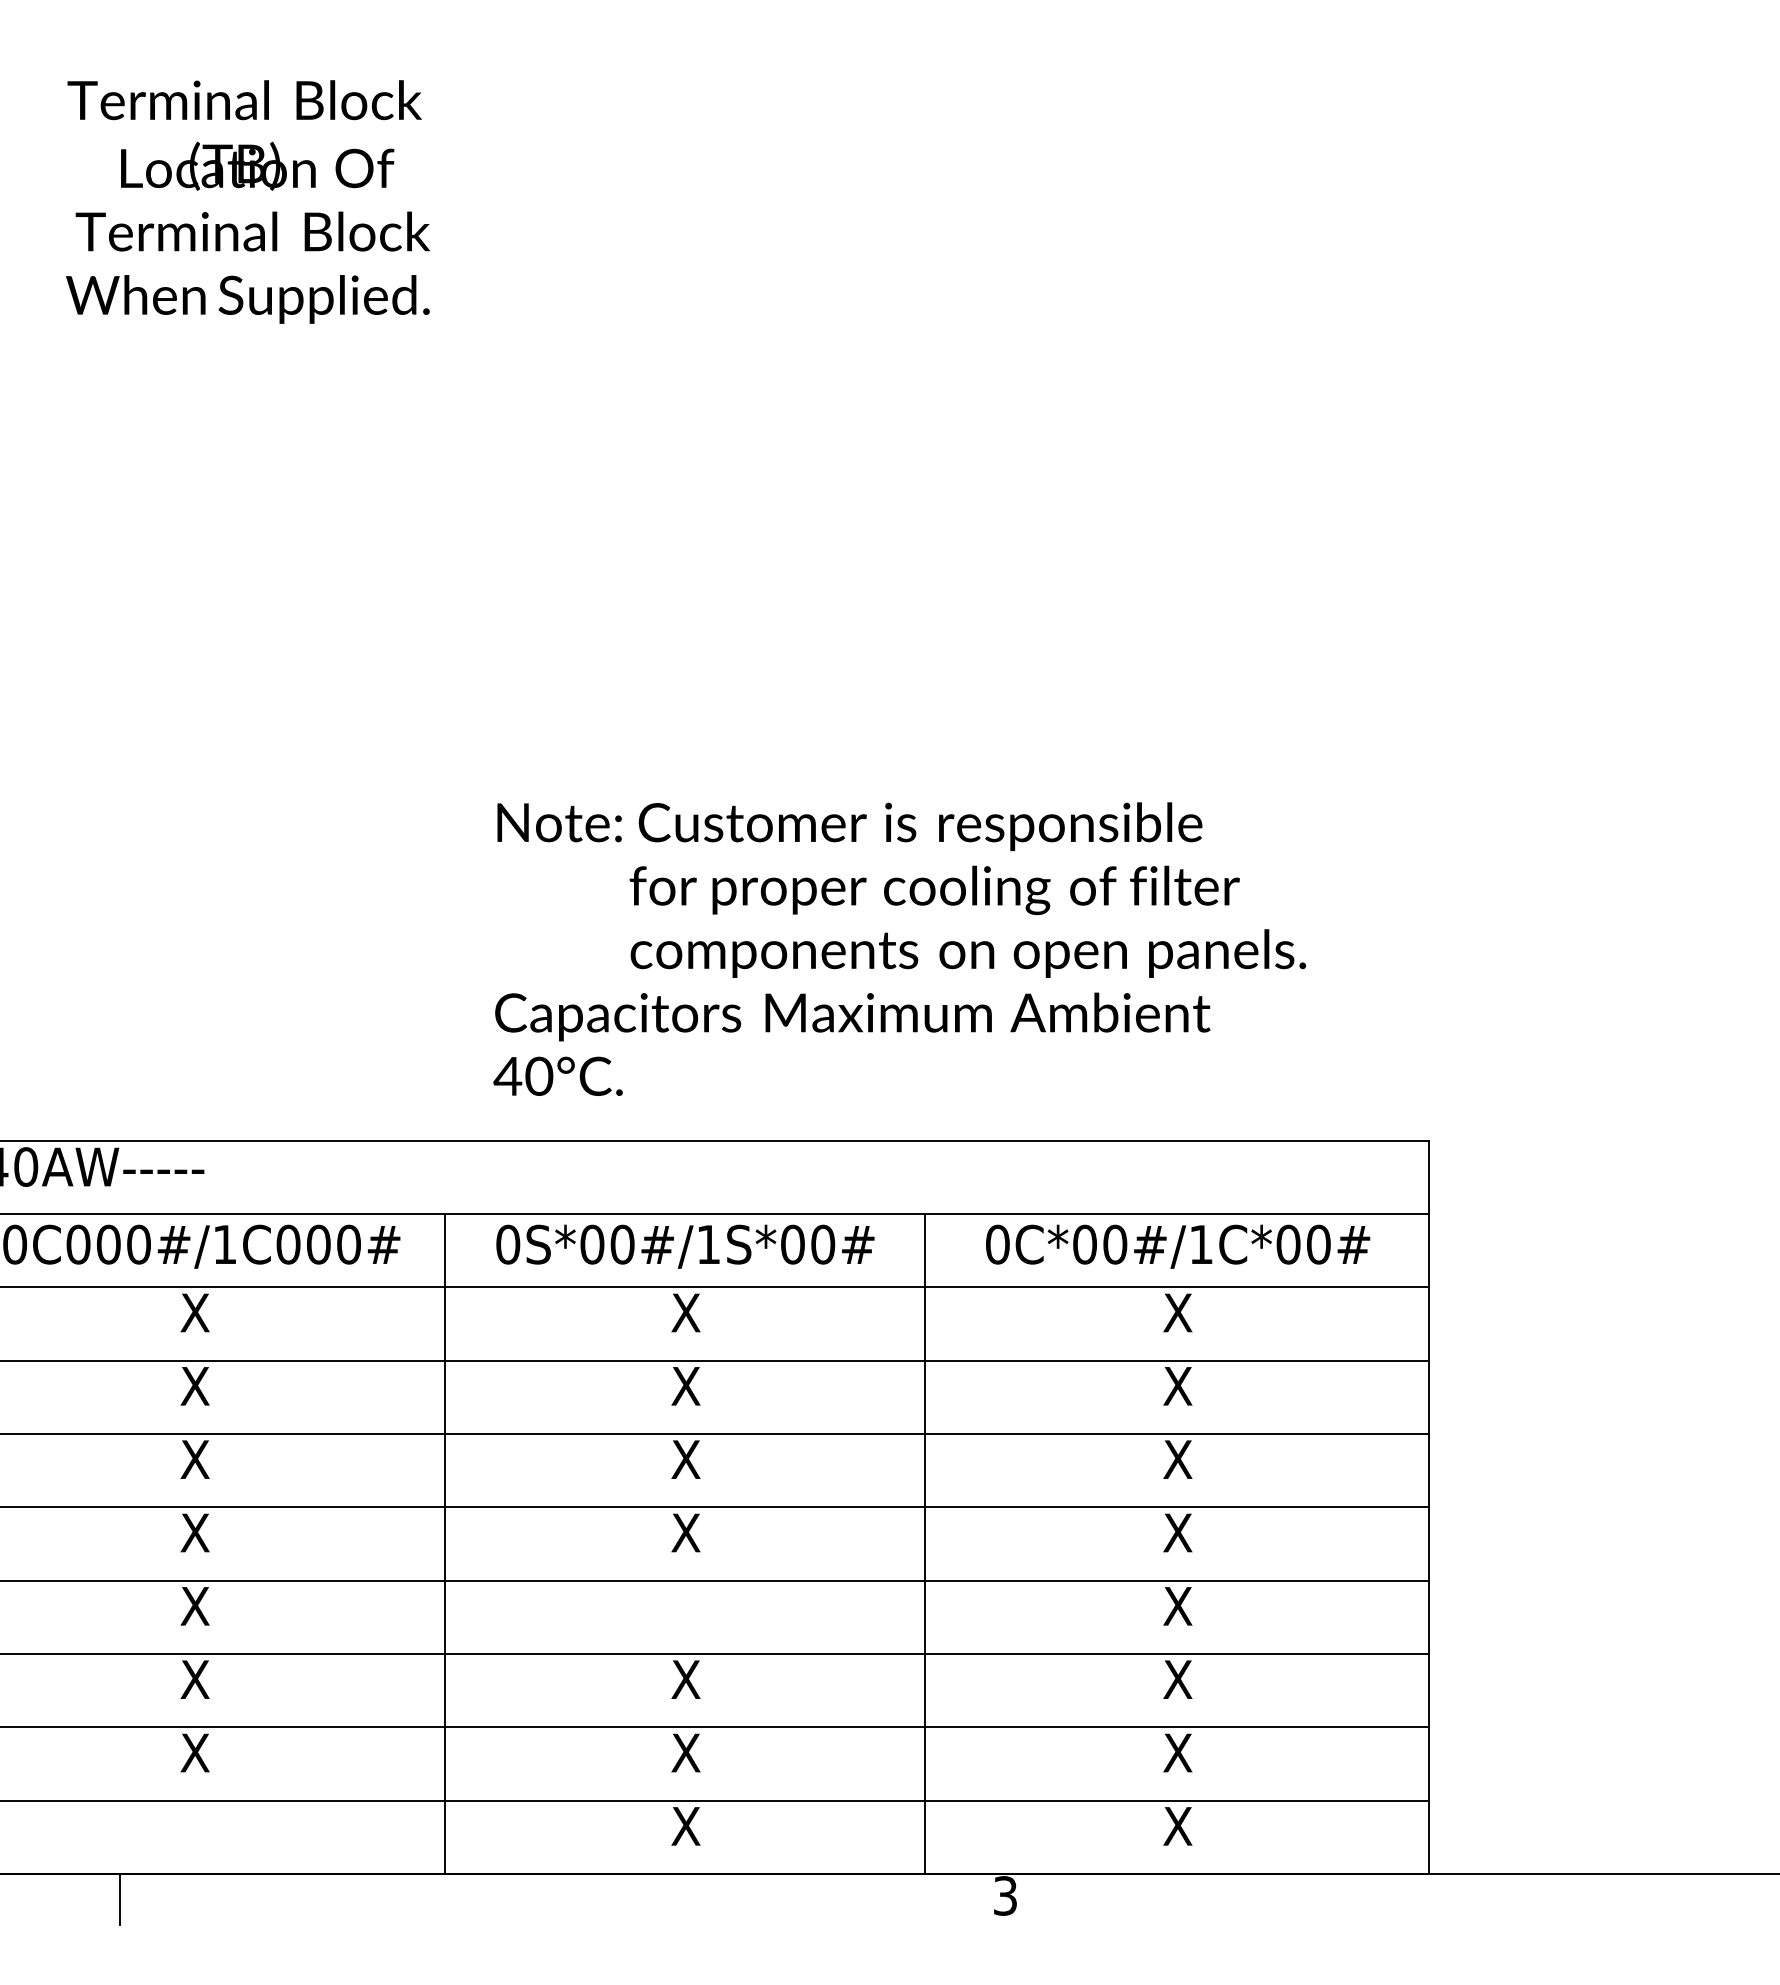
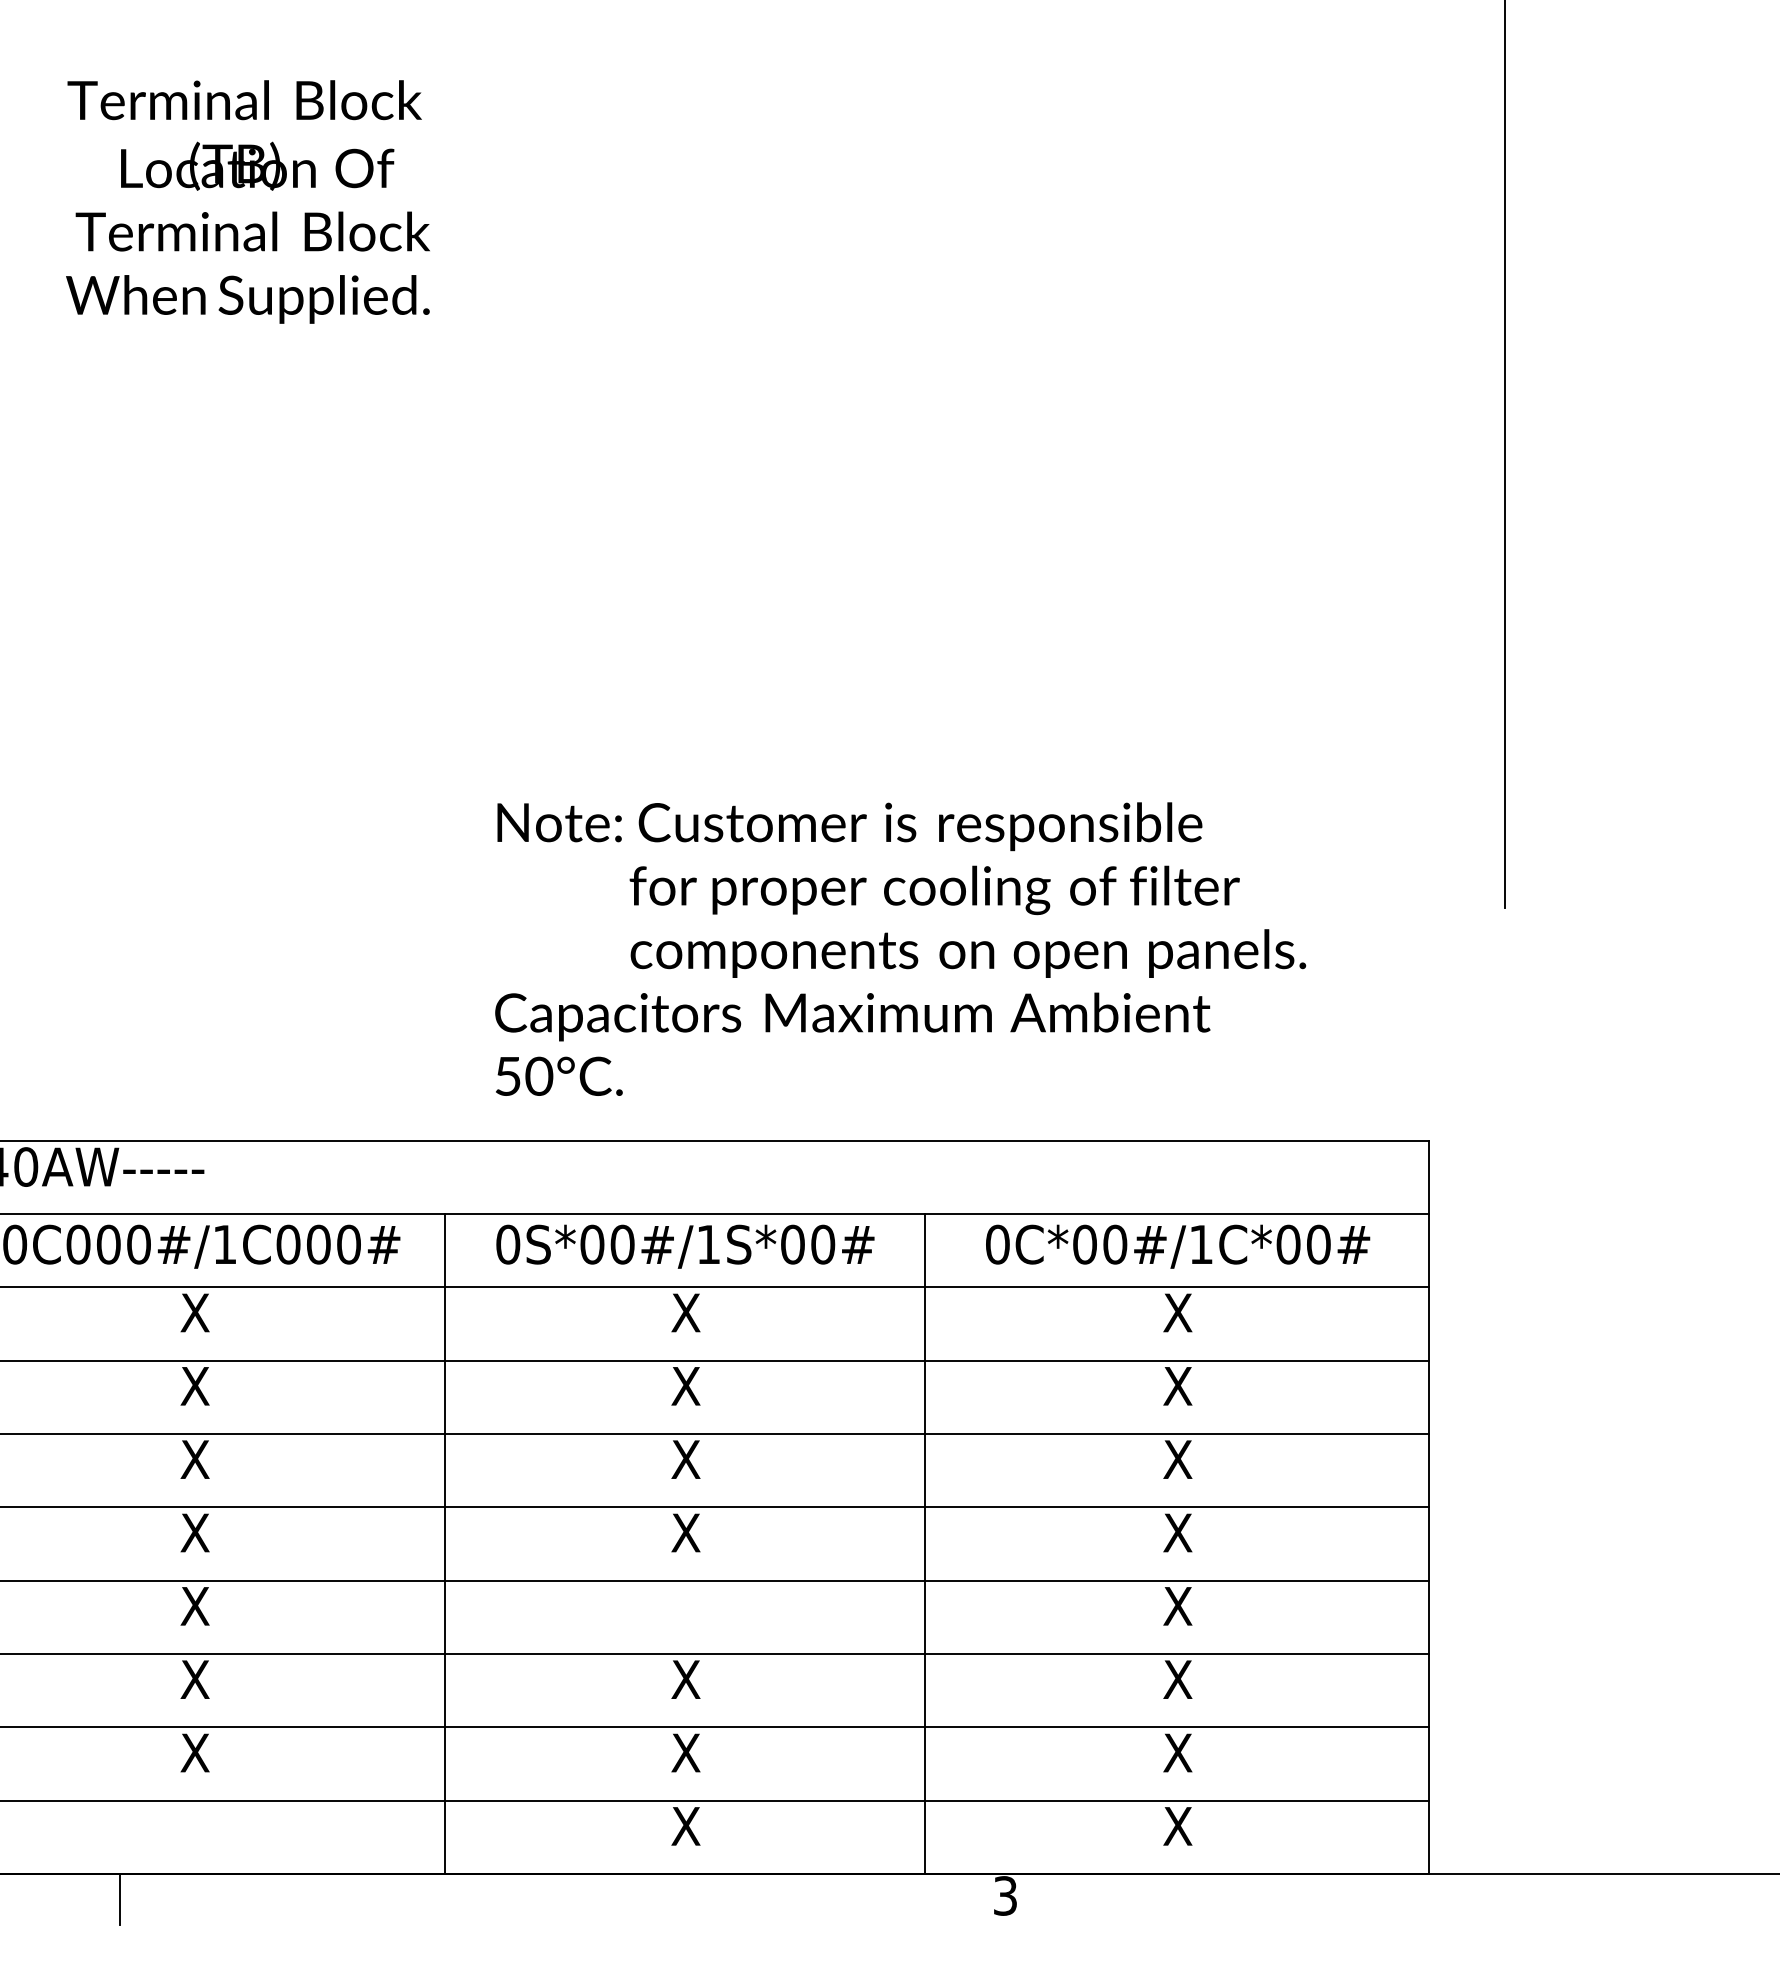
line at (1504, 454): none -> present
text at (507, 1076): 40°C. -> 50°C.
